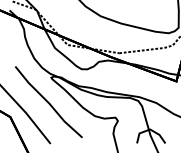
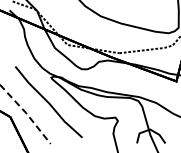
line at (26, 113): solid -> dashed
